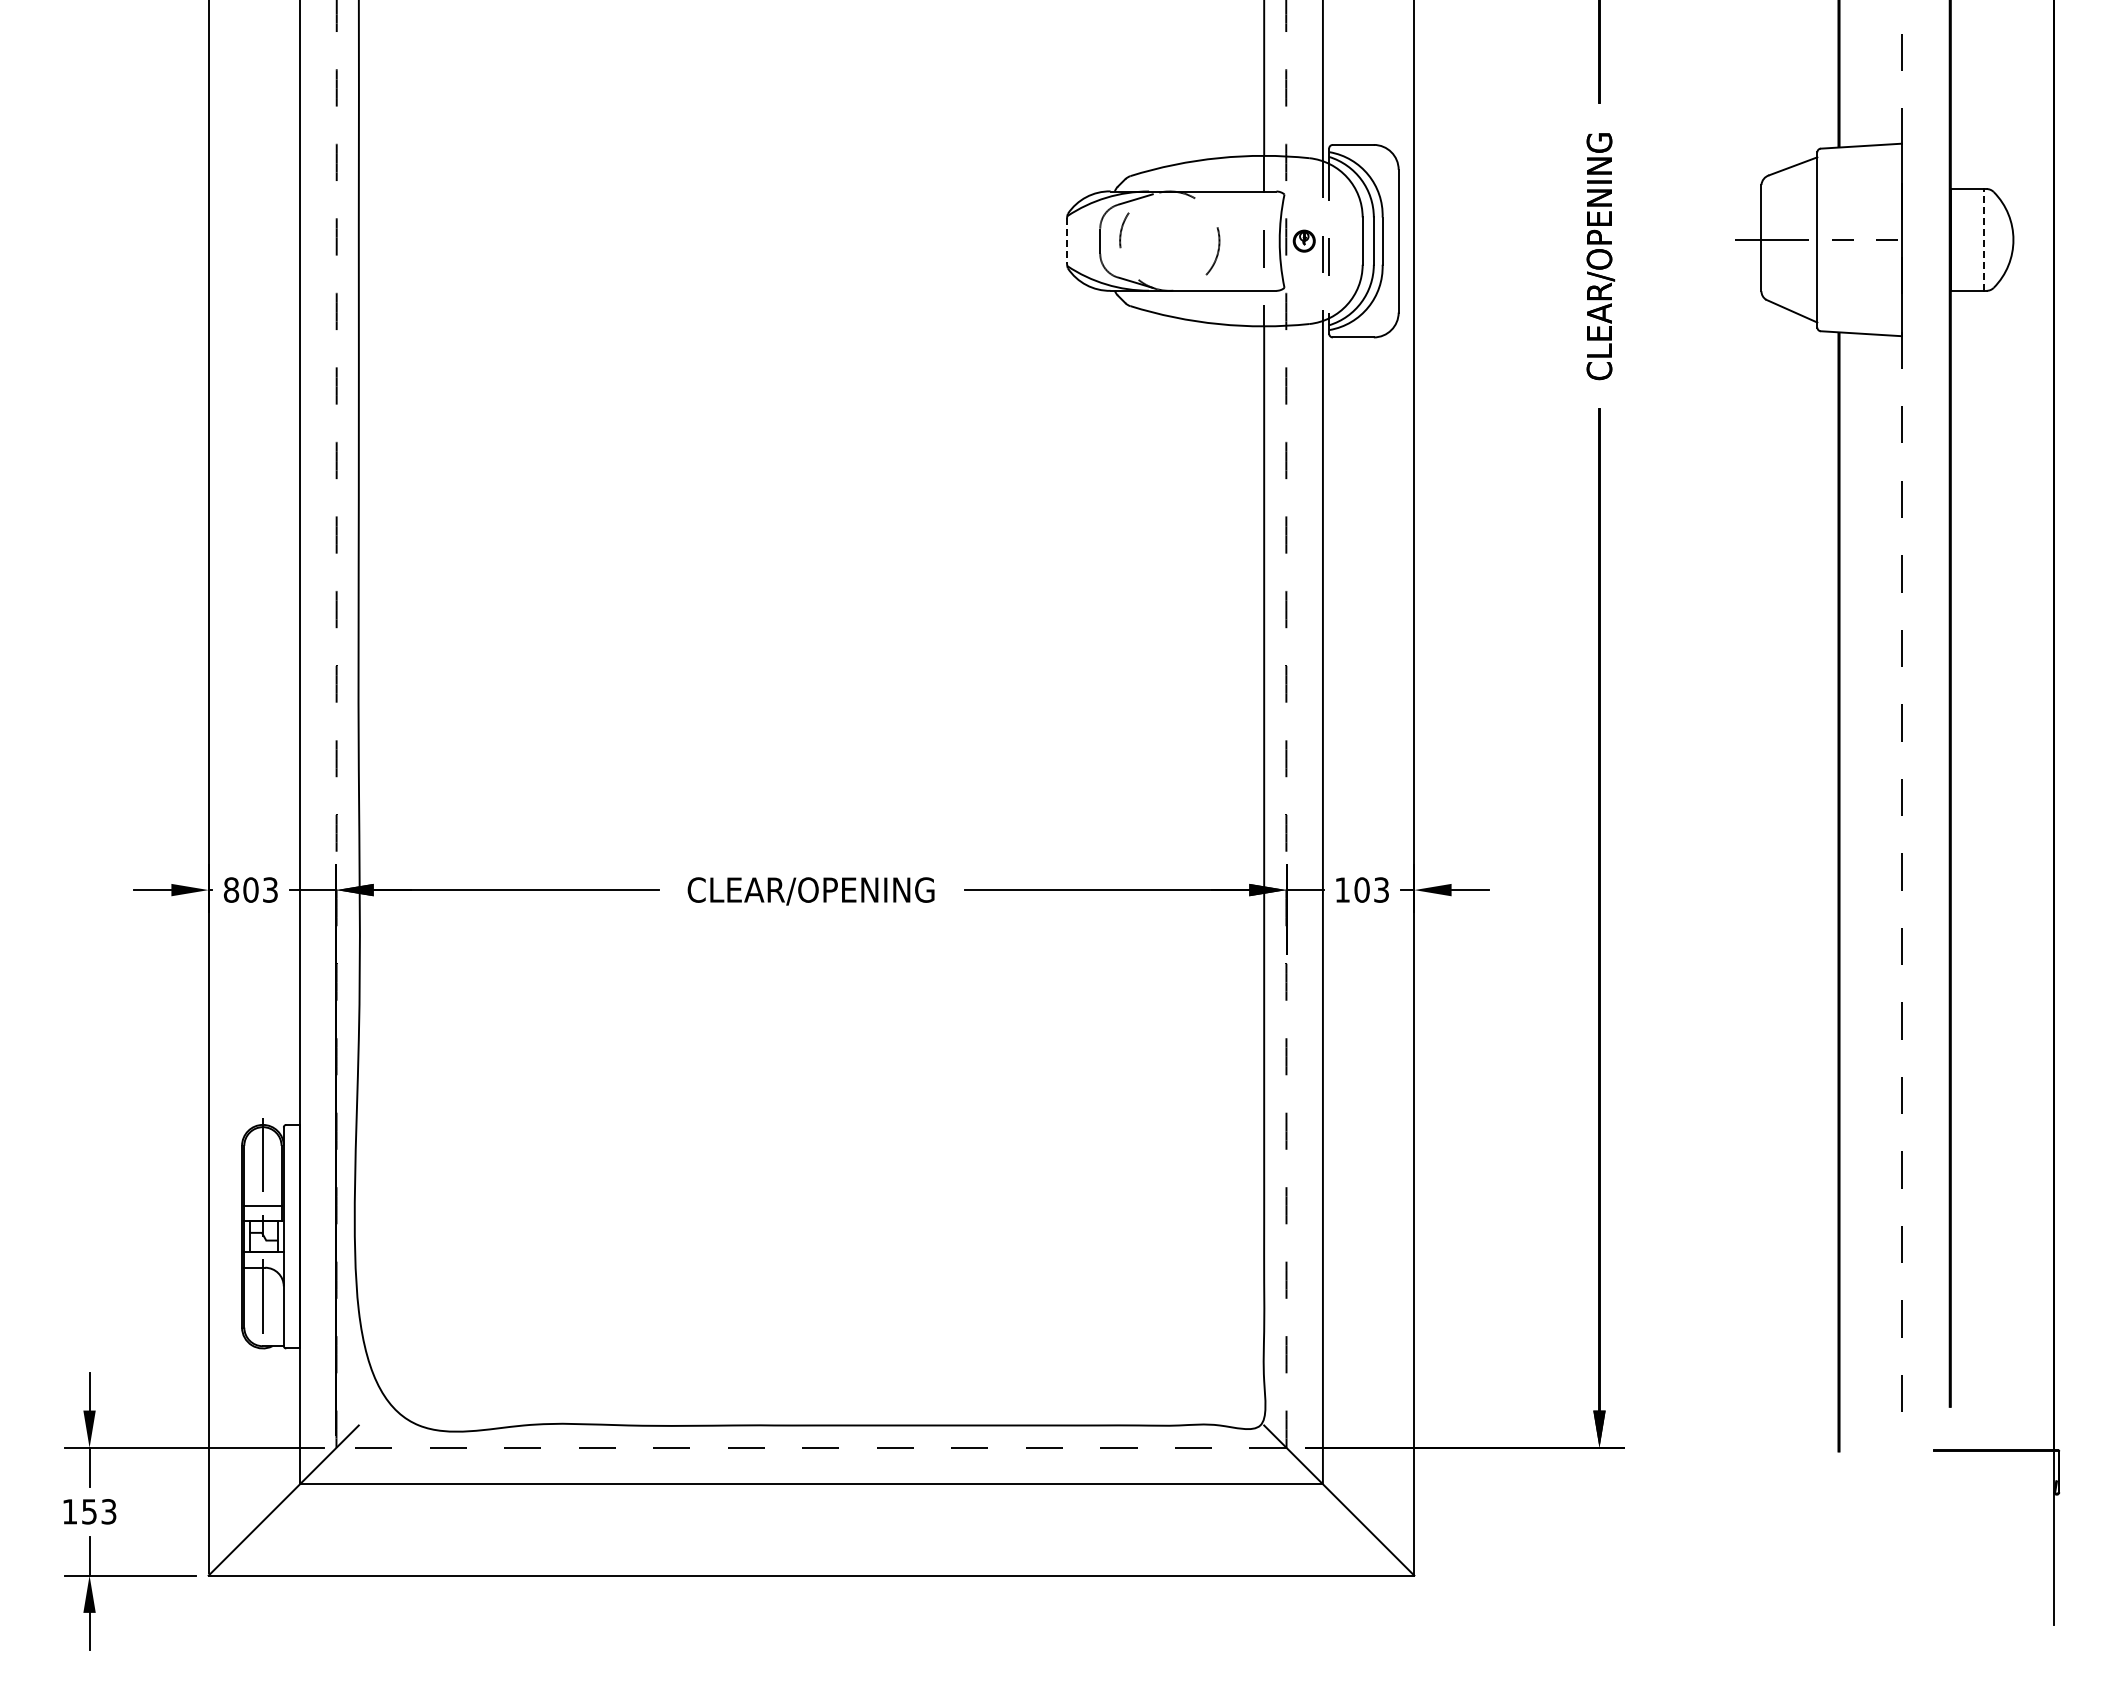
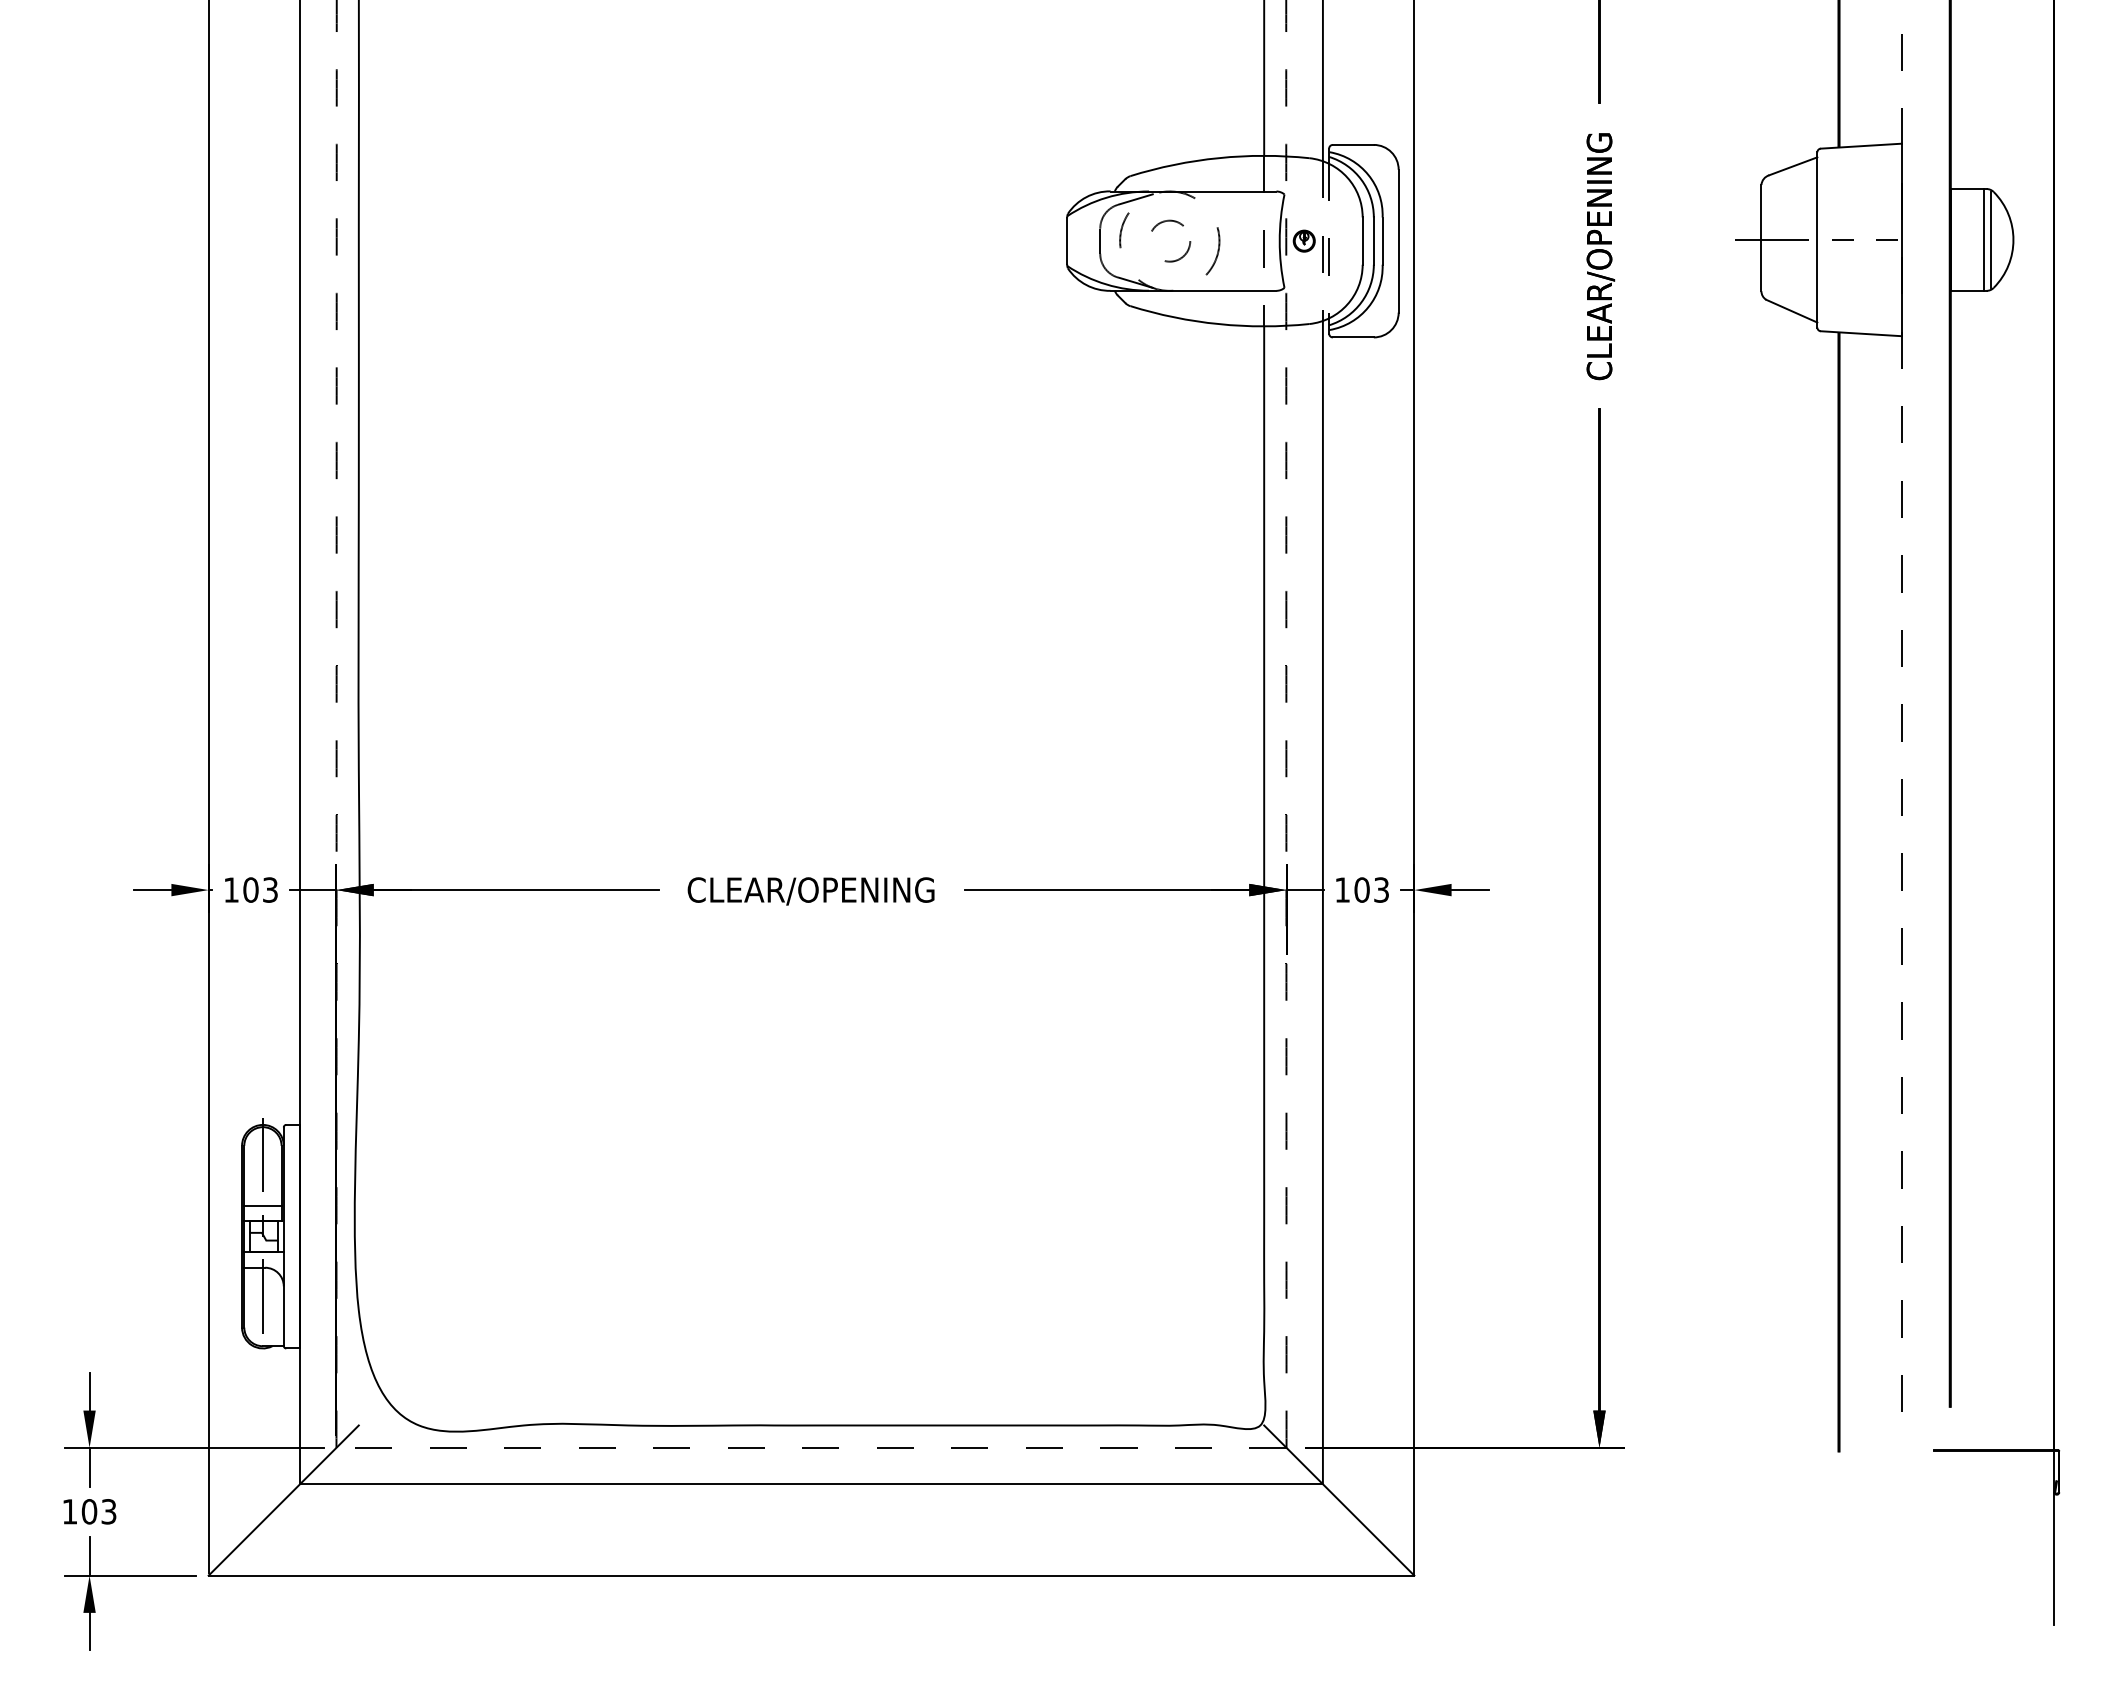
line at (1984, 239): dashed -> solid
line at (1990, 239): none -> present
circle at (1171, 240): none -> present
line at (1067, 241): dashed -> solid
text at (231, 889): 803 -> 103
text at (89, 1511): 153 -> 103
